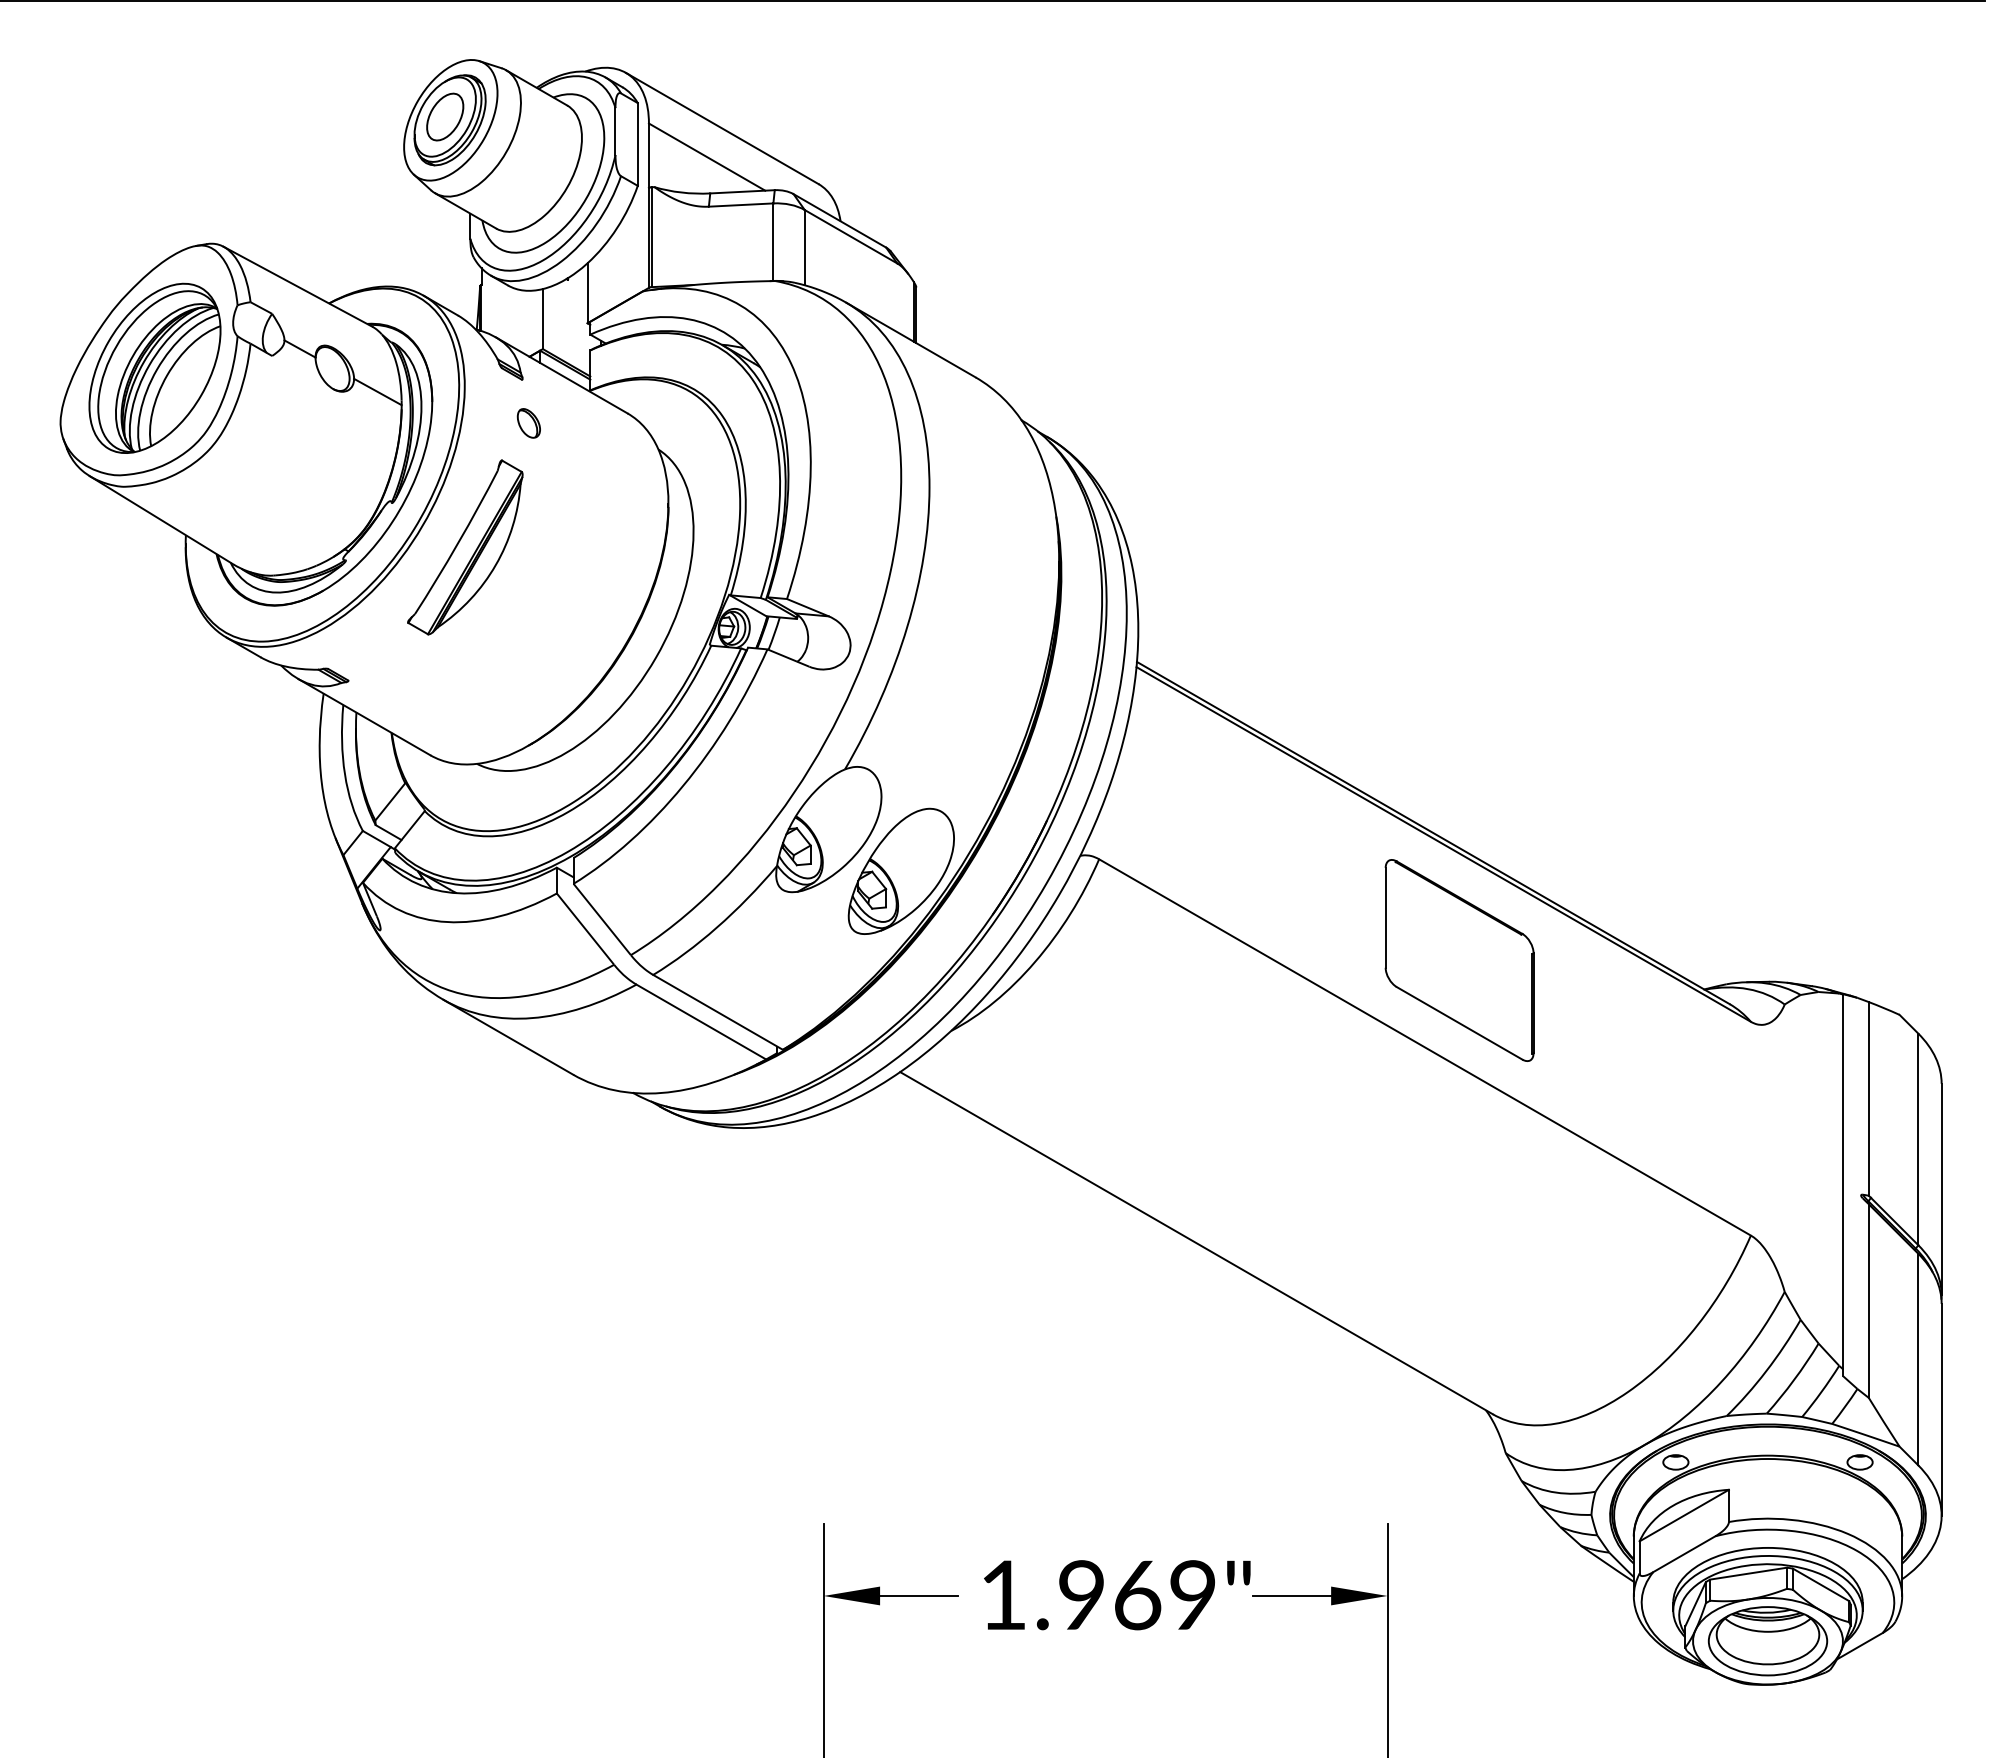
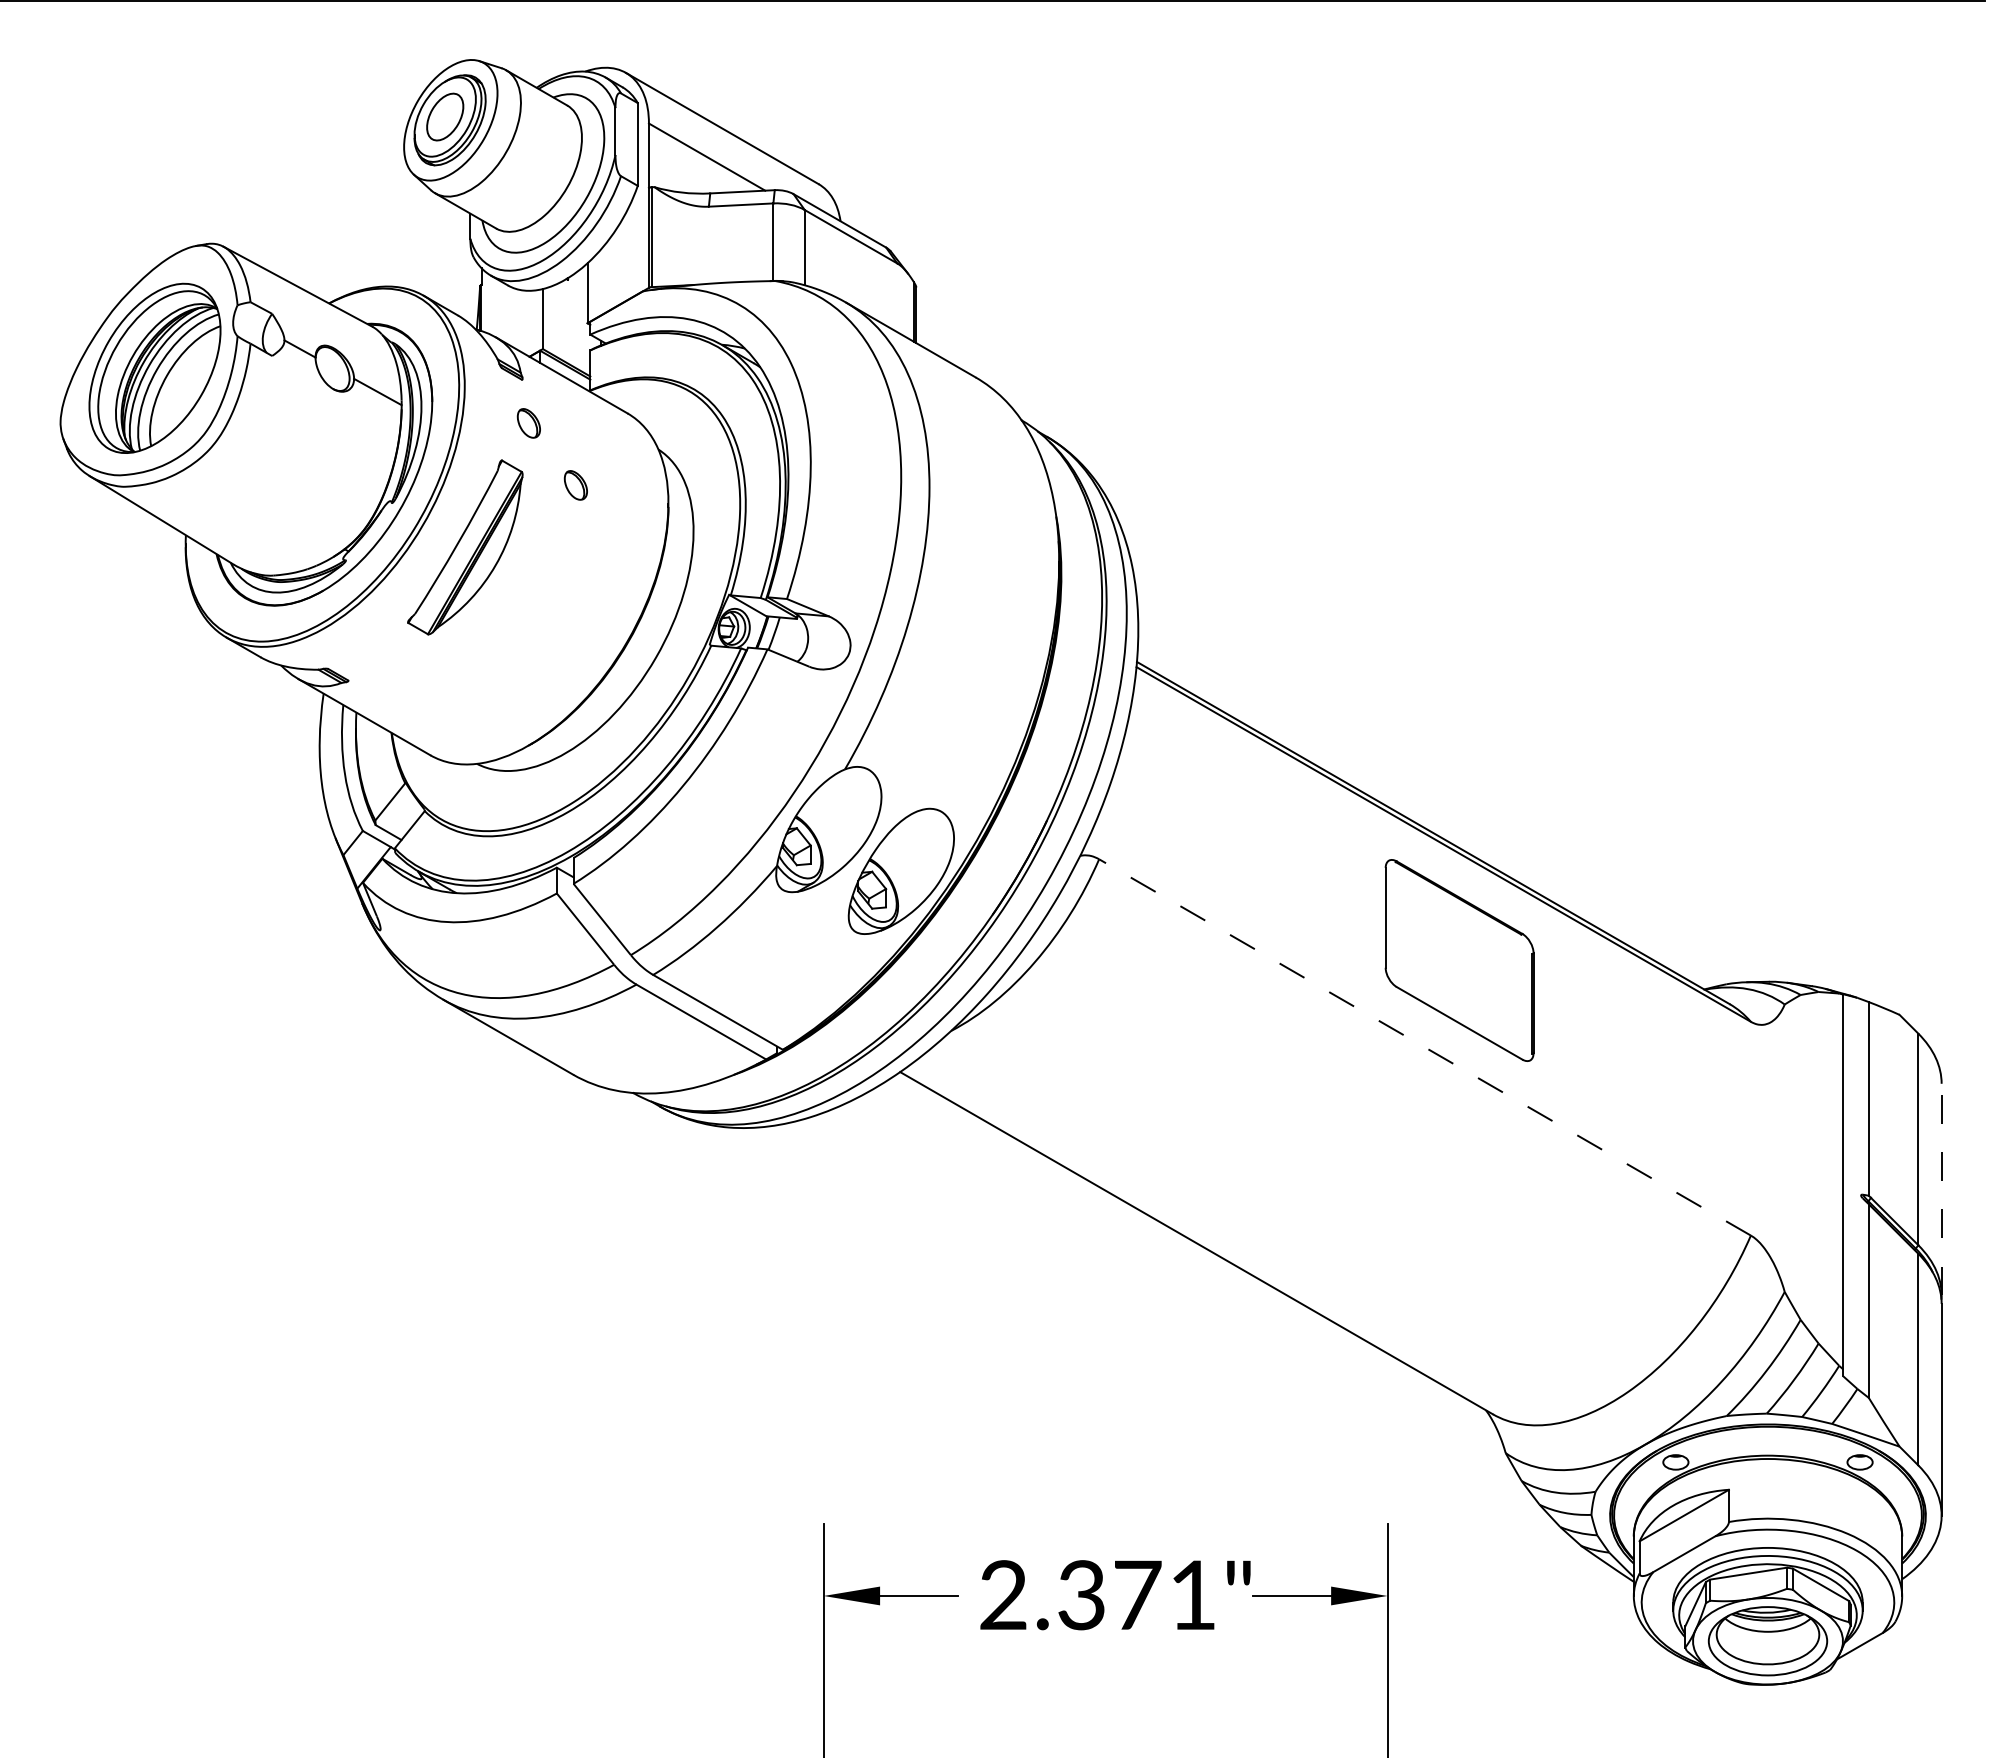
part at (575, 485): none -> present
line at (1424, 1047): solid -> dashed
line at (1941, 1189): solid -> dashed
text at (1097, 1595): 1.969" -> 2.371"
